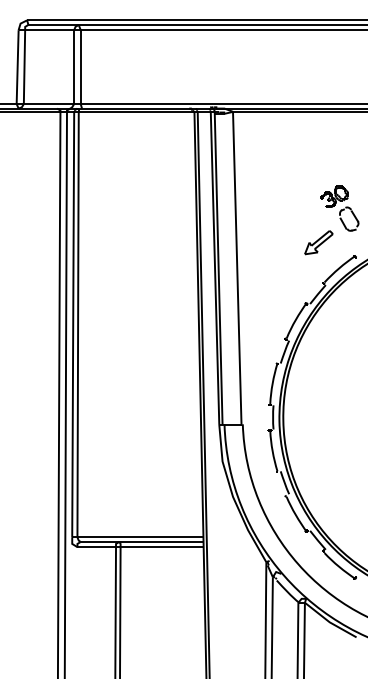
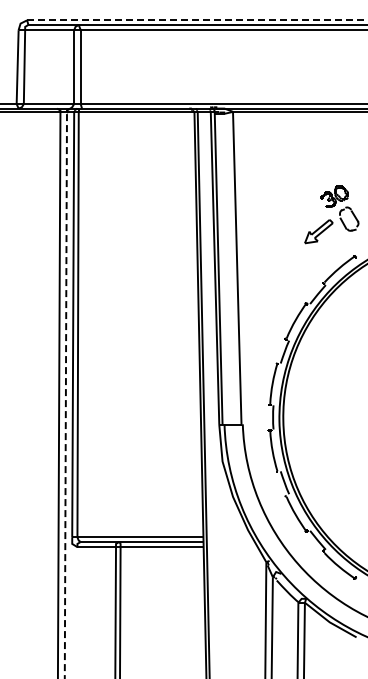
line at (197, 20): solid -> dashed
part at (318, 242) position: (318, 242) -> (318, 231)
line at (65, 394): solid -> dashed
